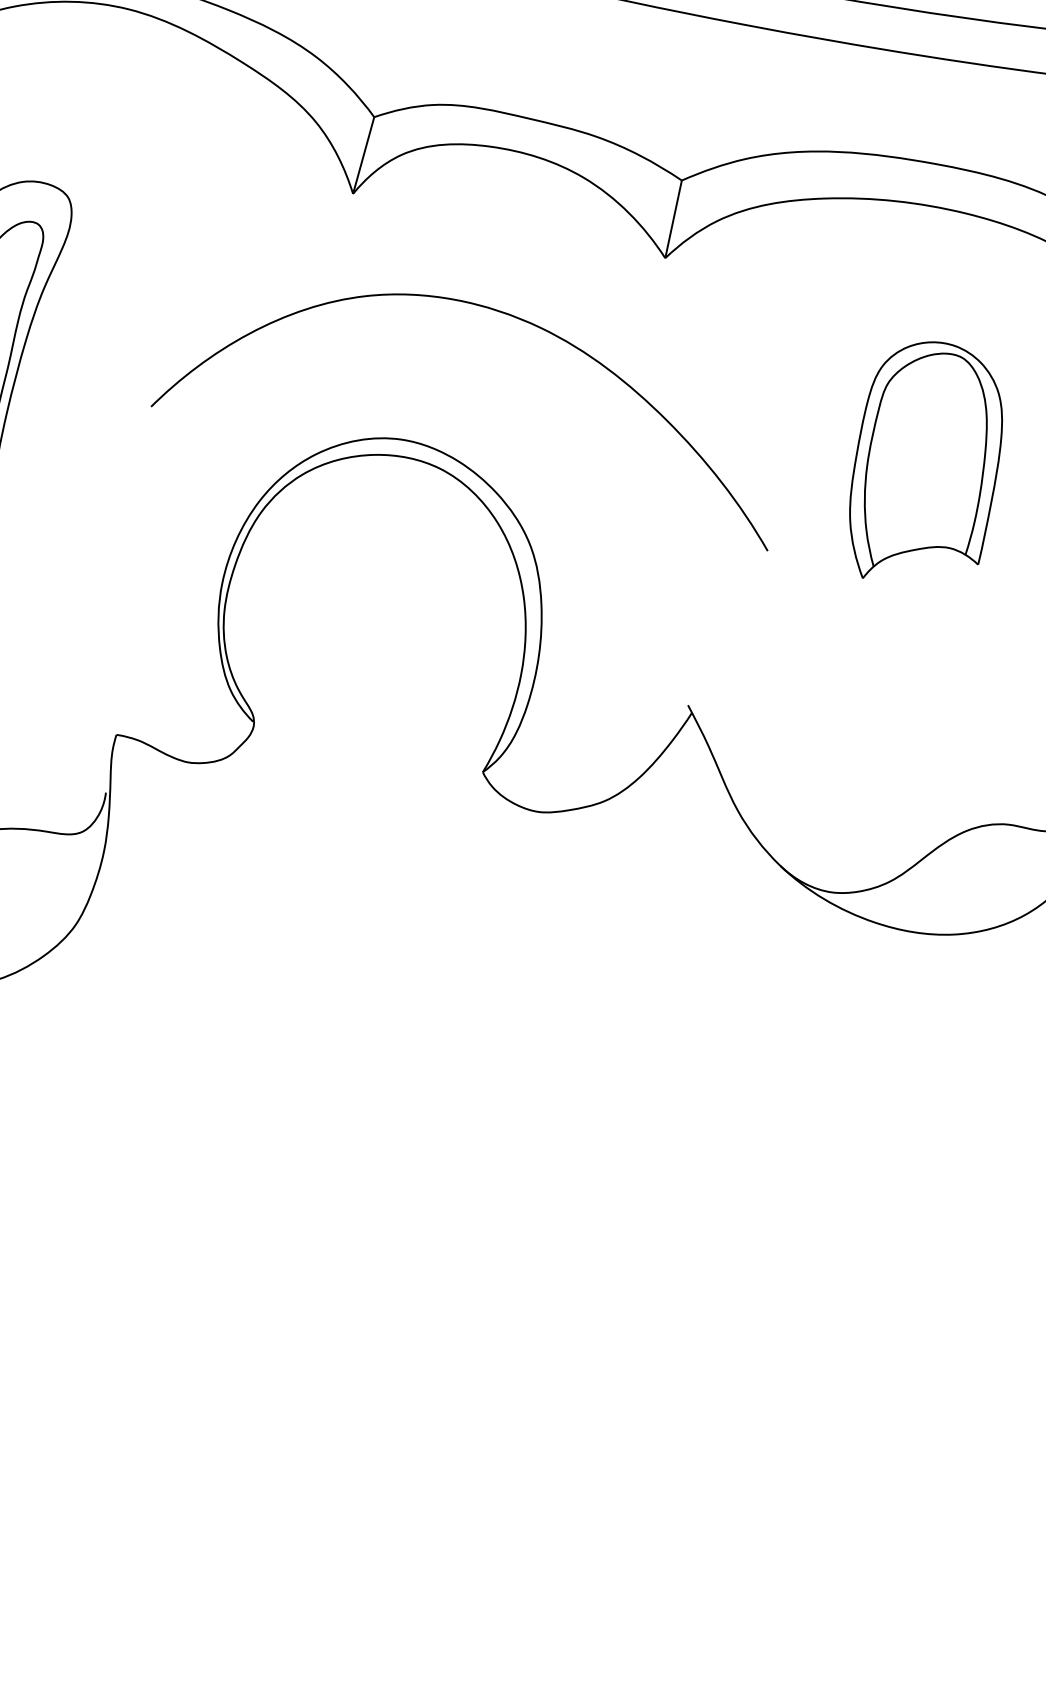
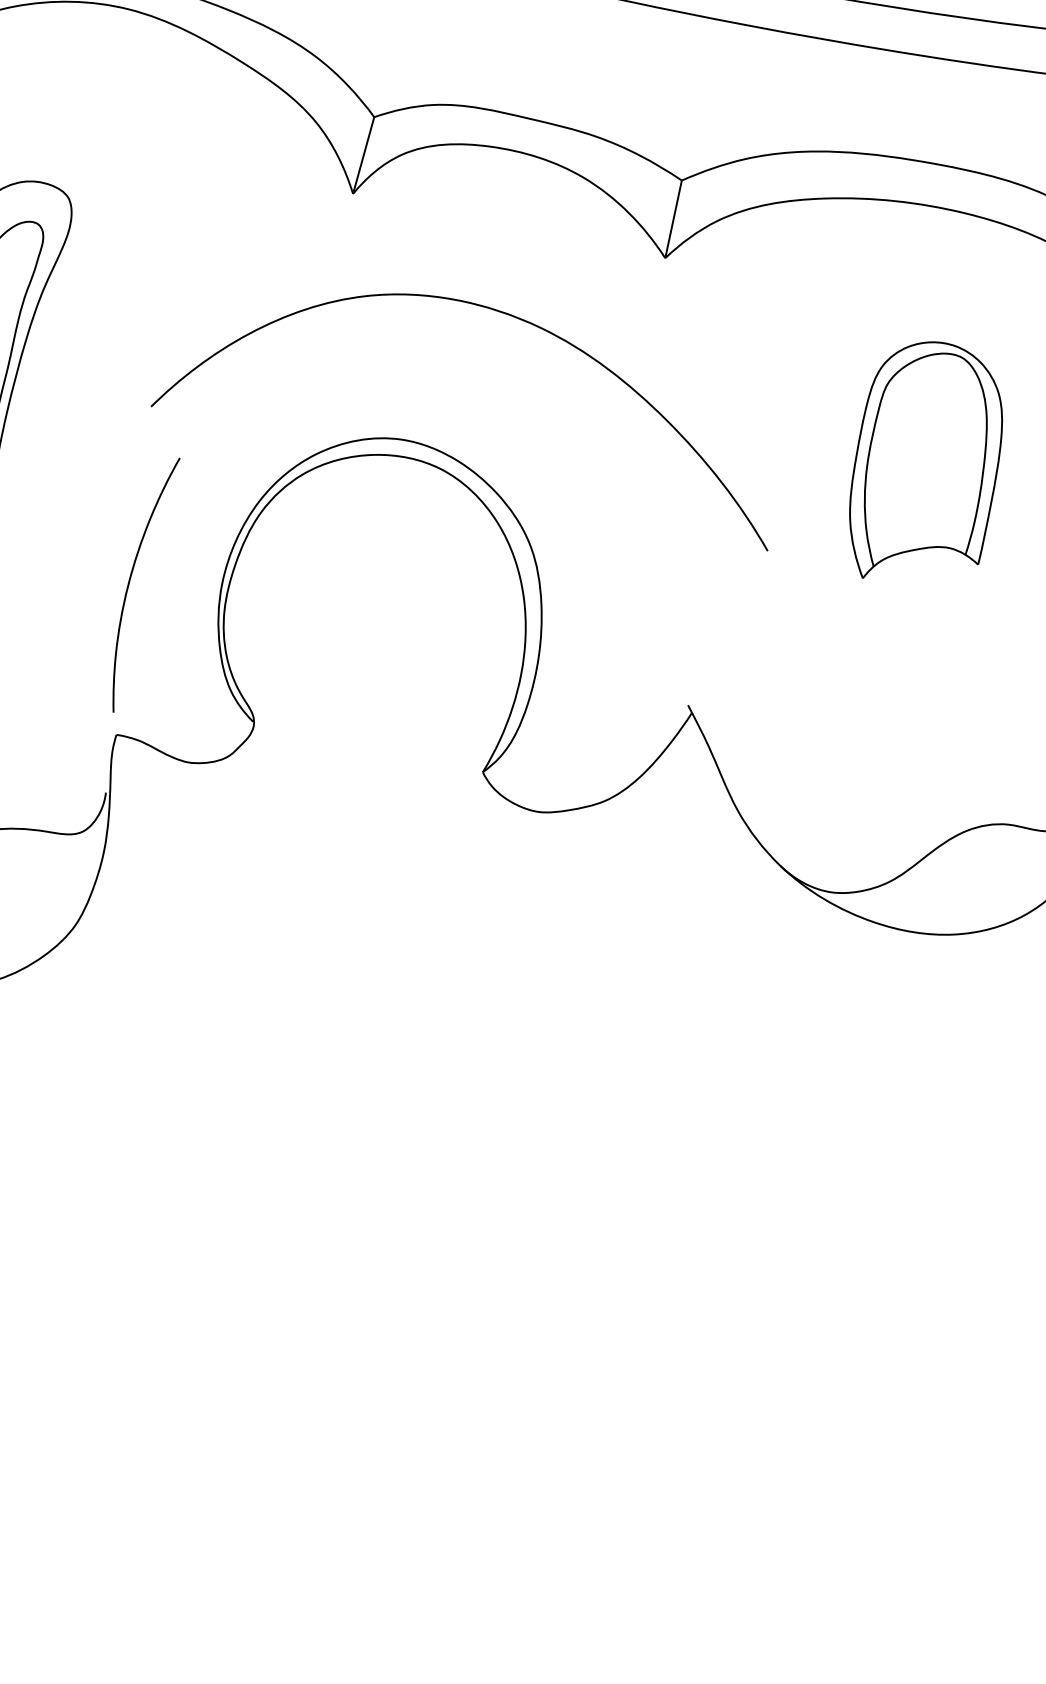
curve at (130, 581): none -> present
